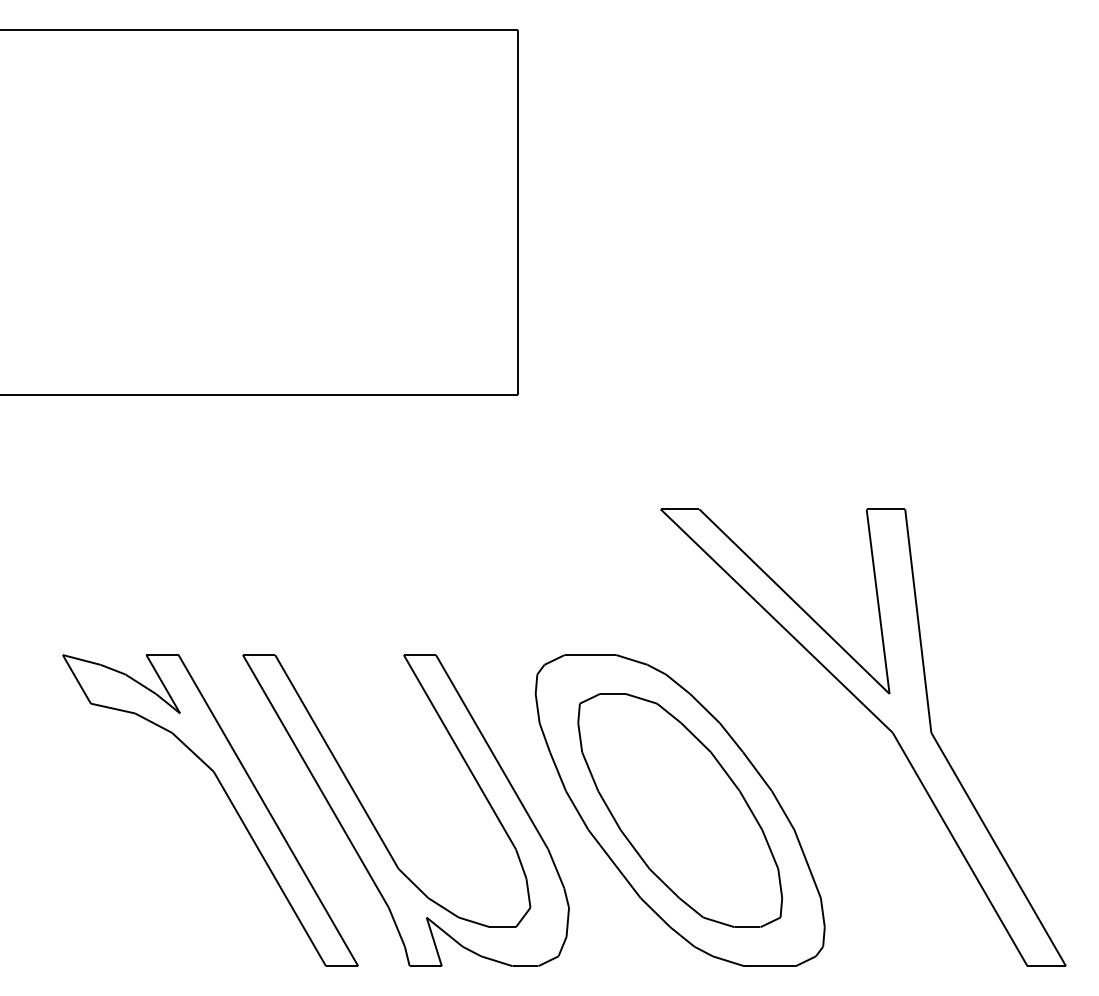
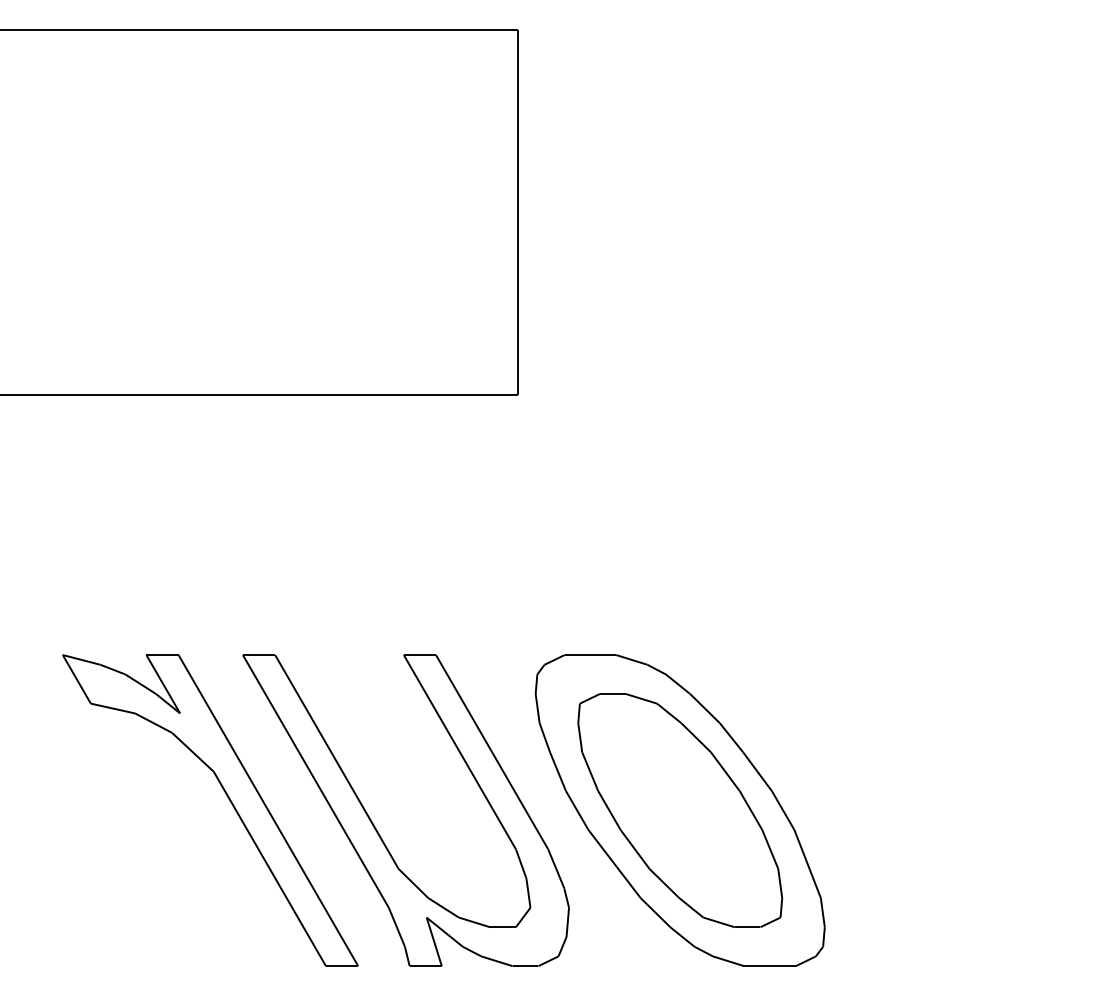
part at (879, 721): present -> none
